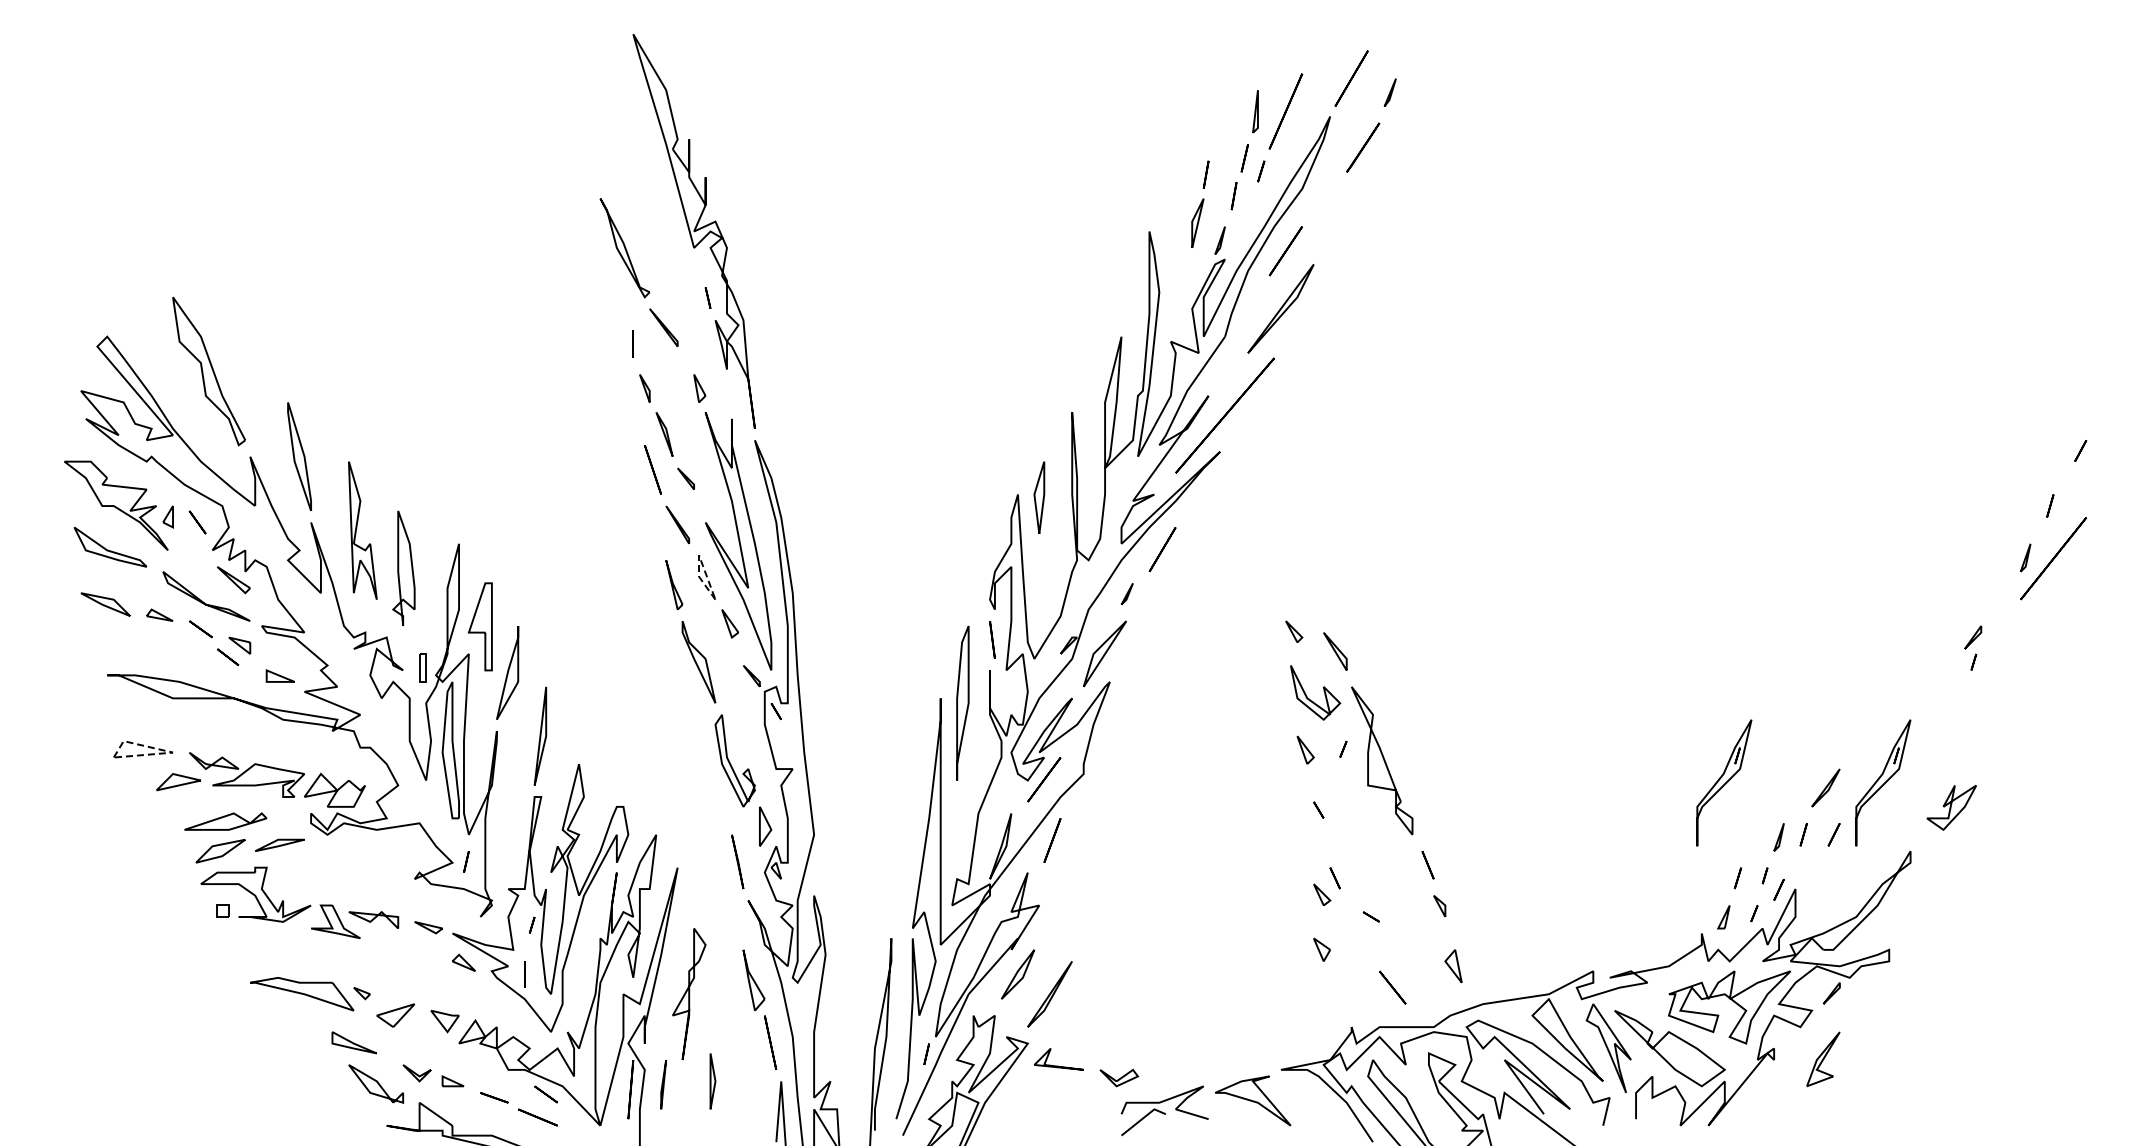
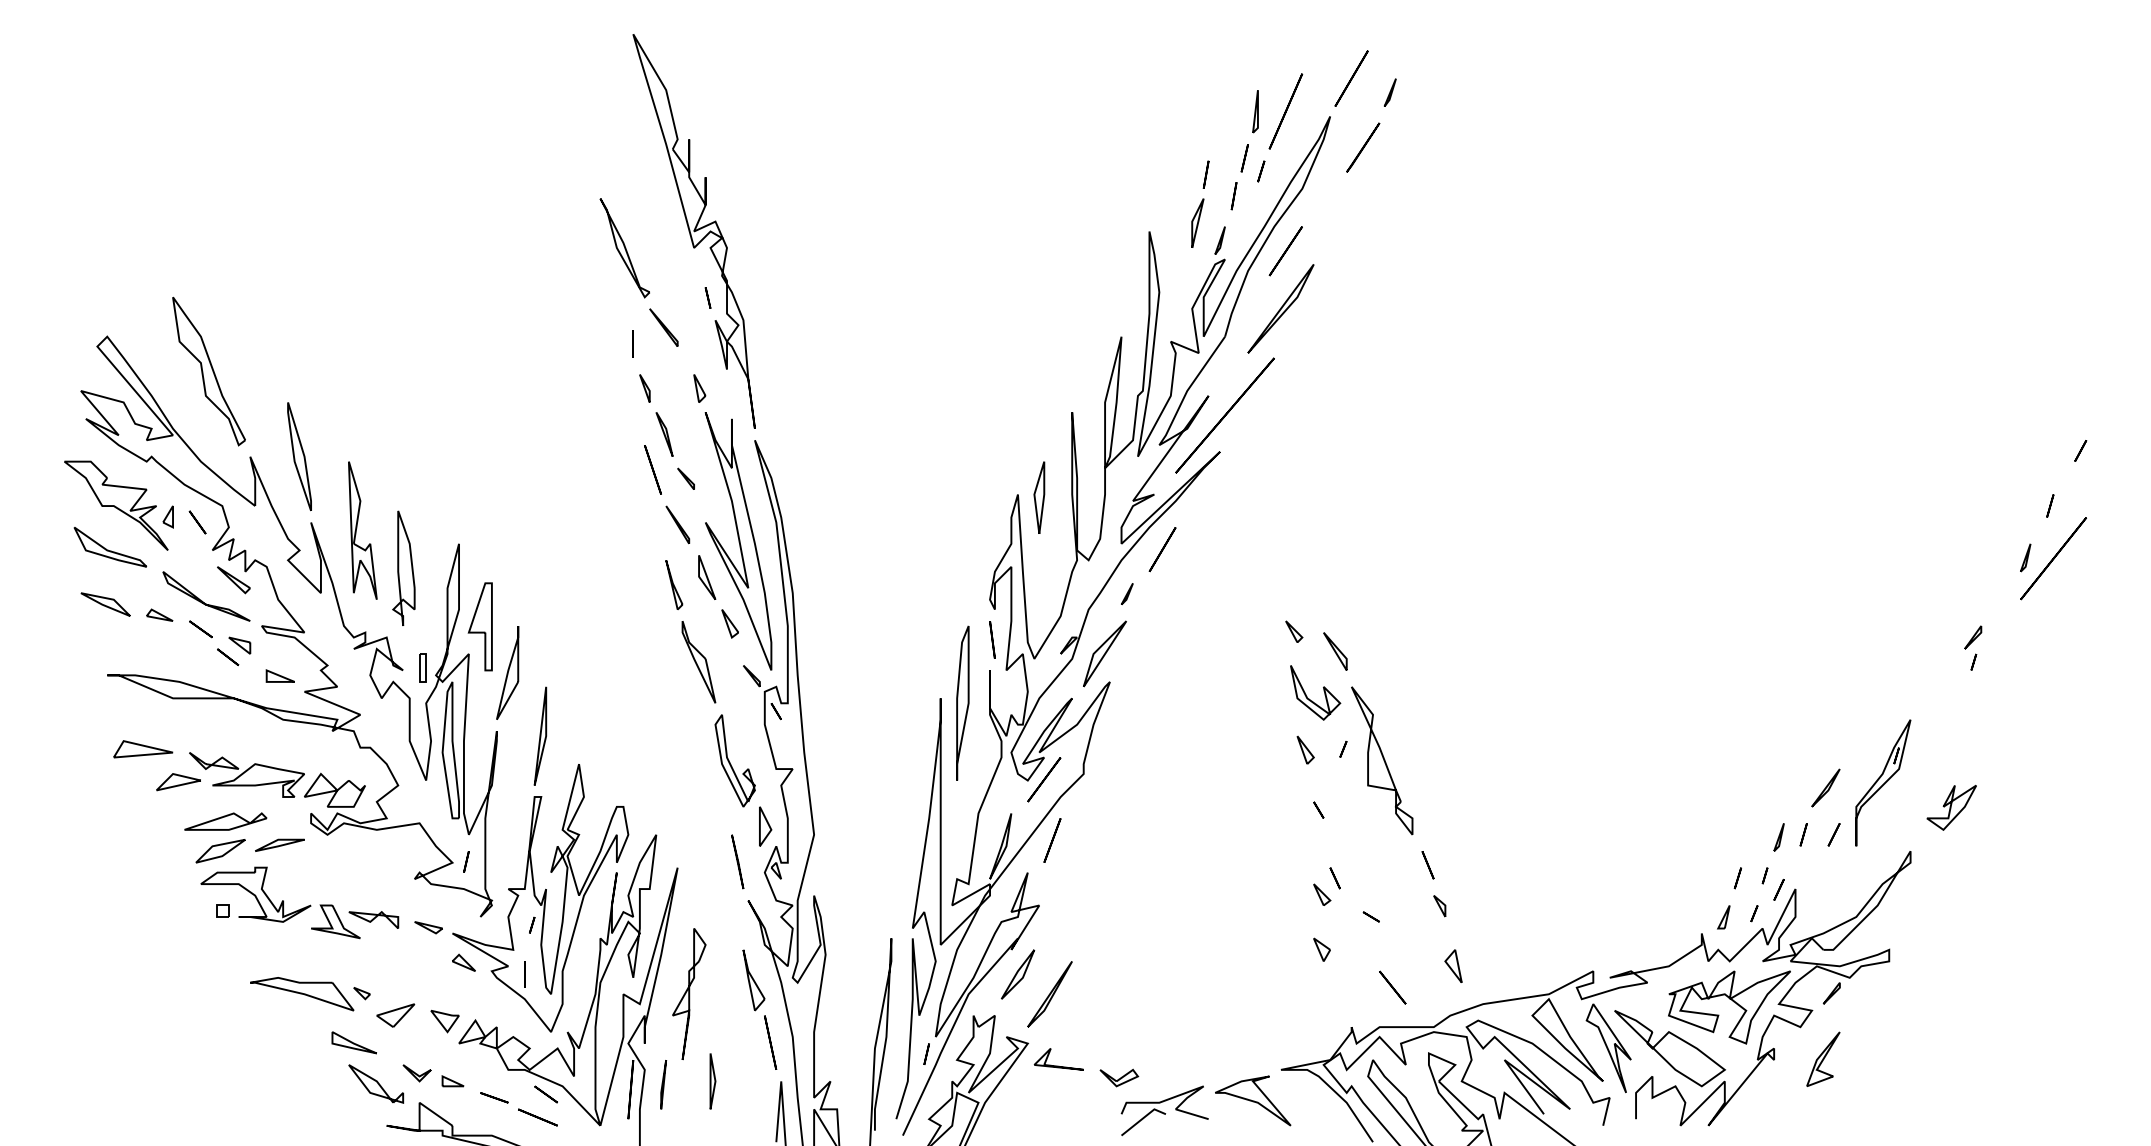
line at (699, 556): dashed -> solid
line at (168, 751): dashed -> solid
part at (1724, 782): present -> none
